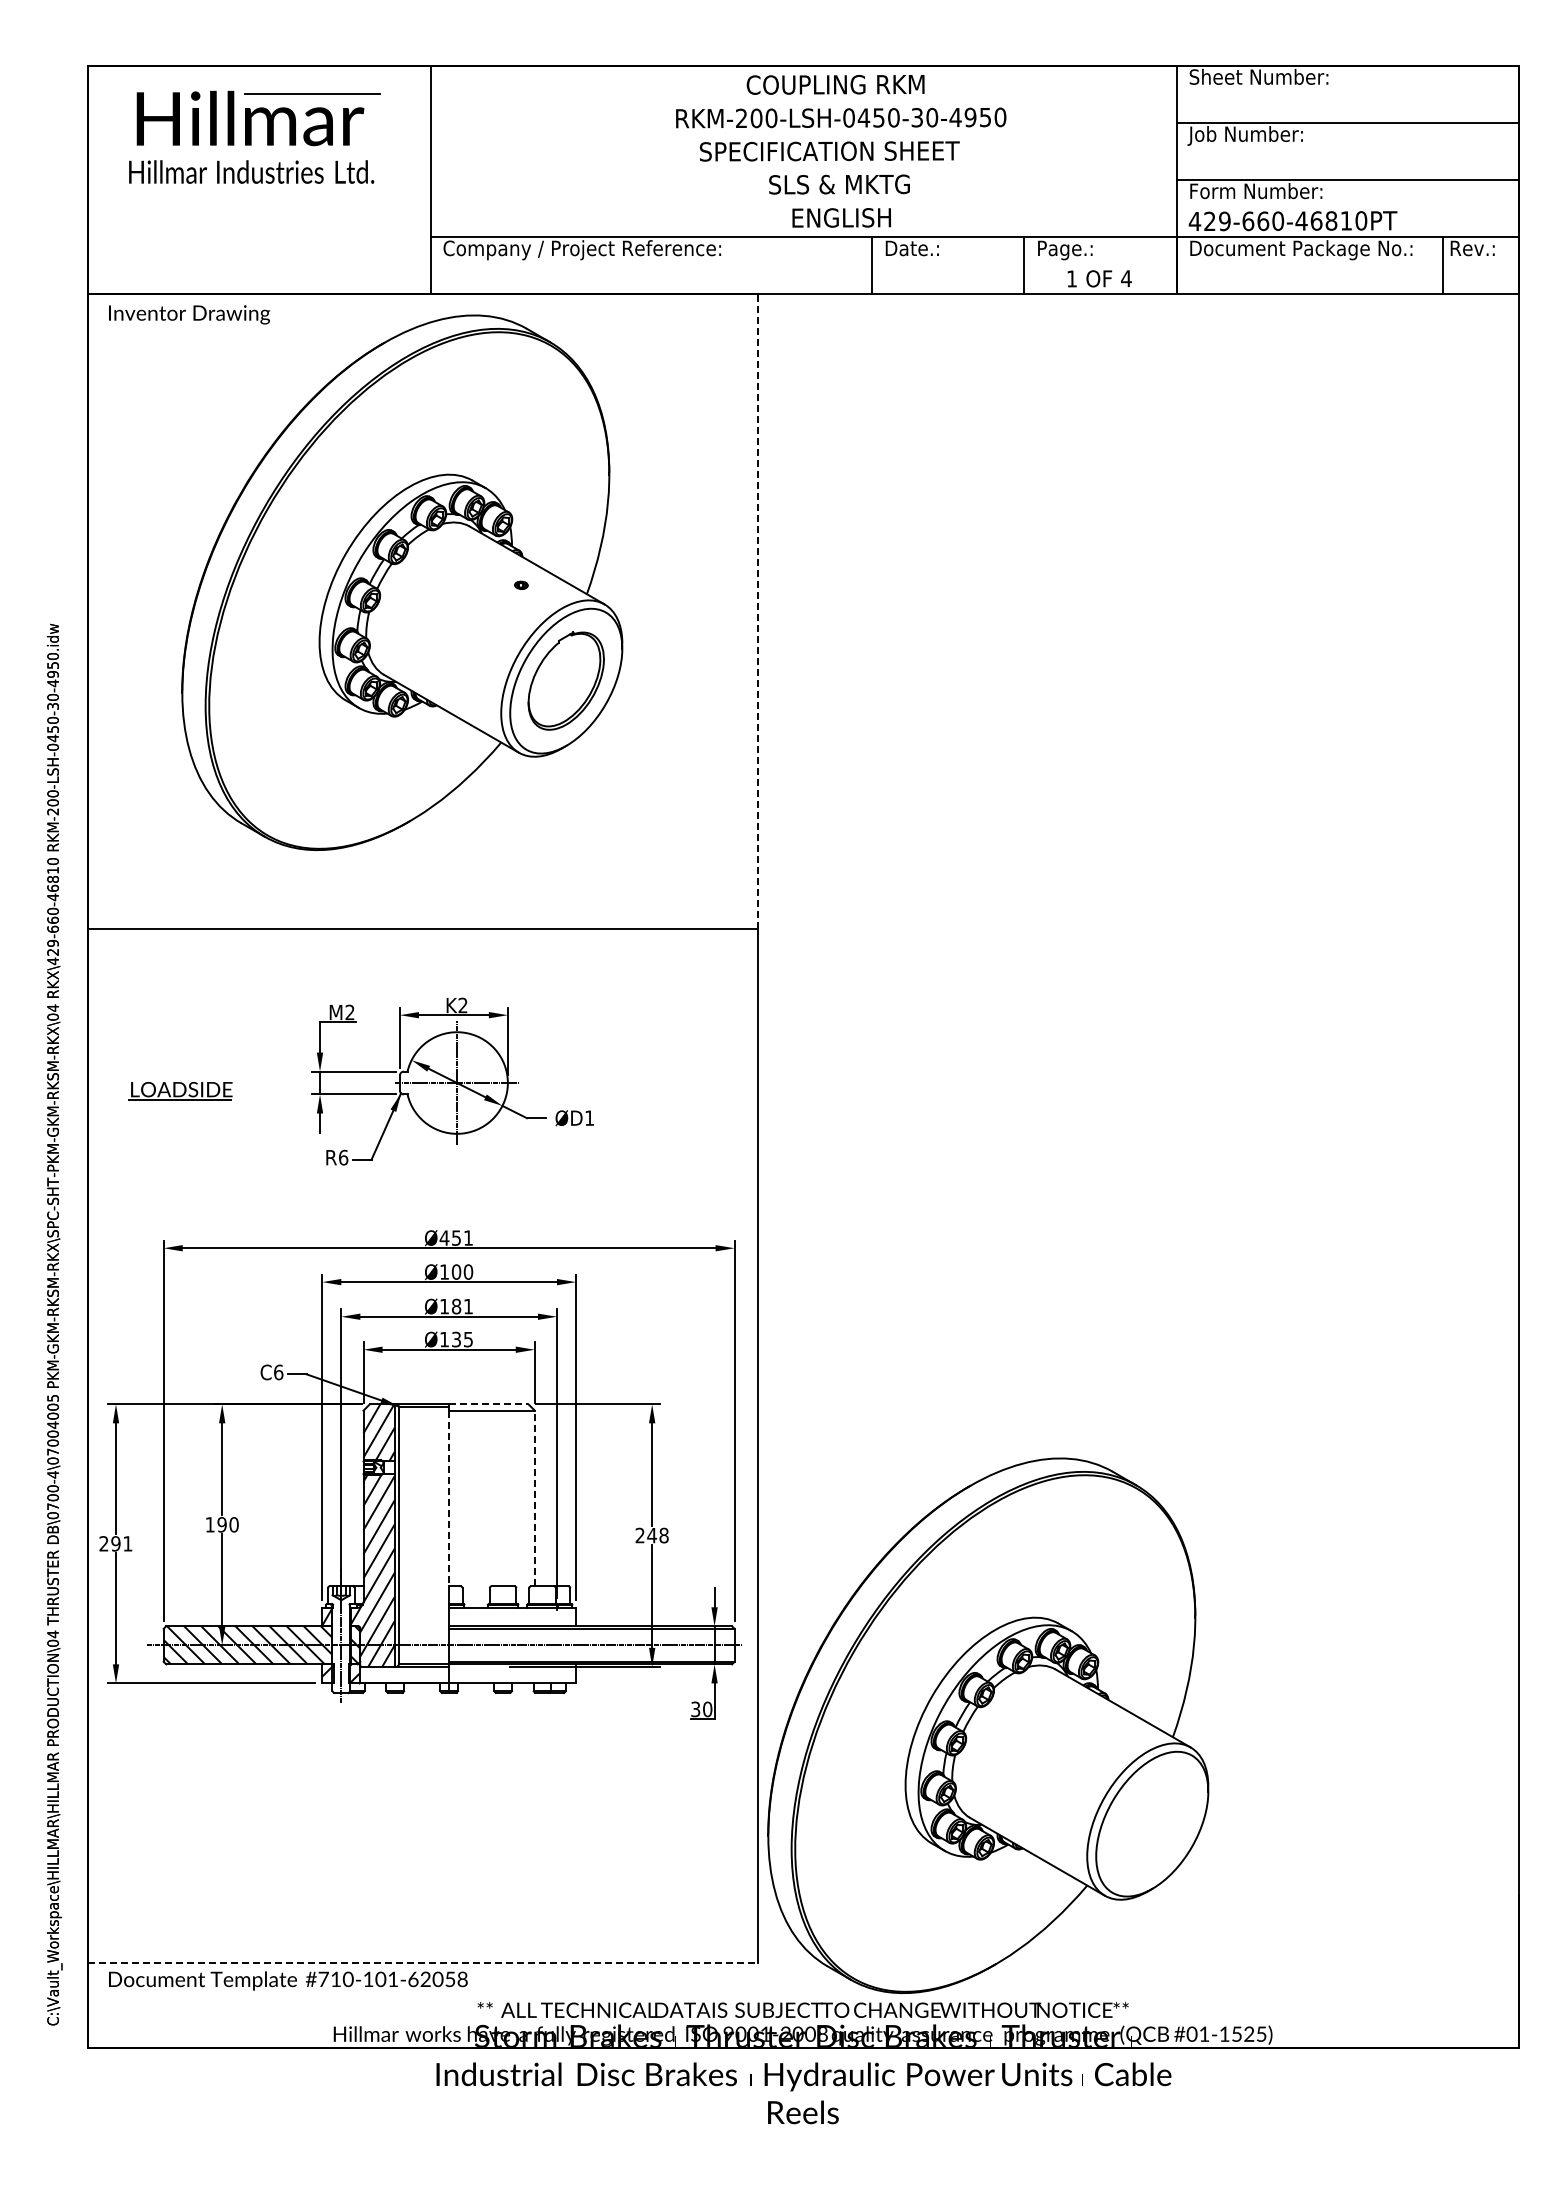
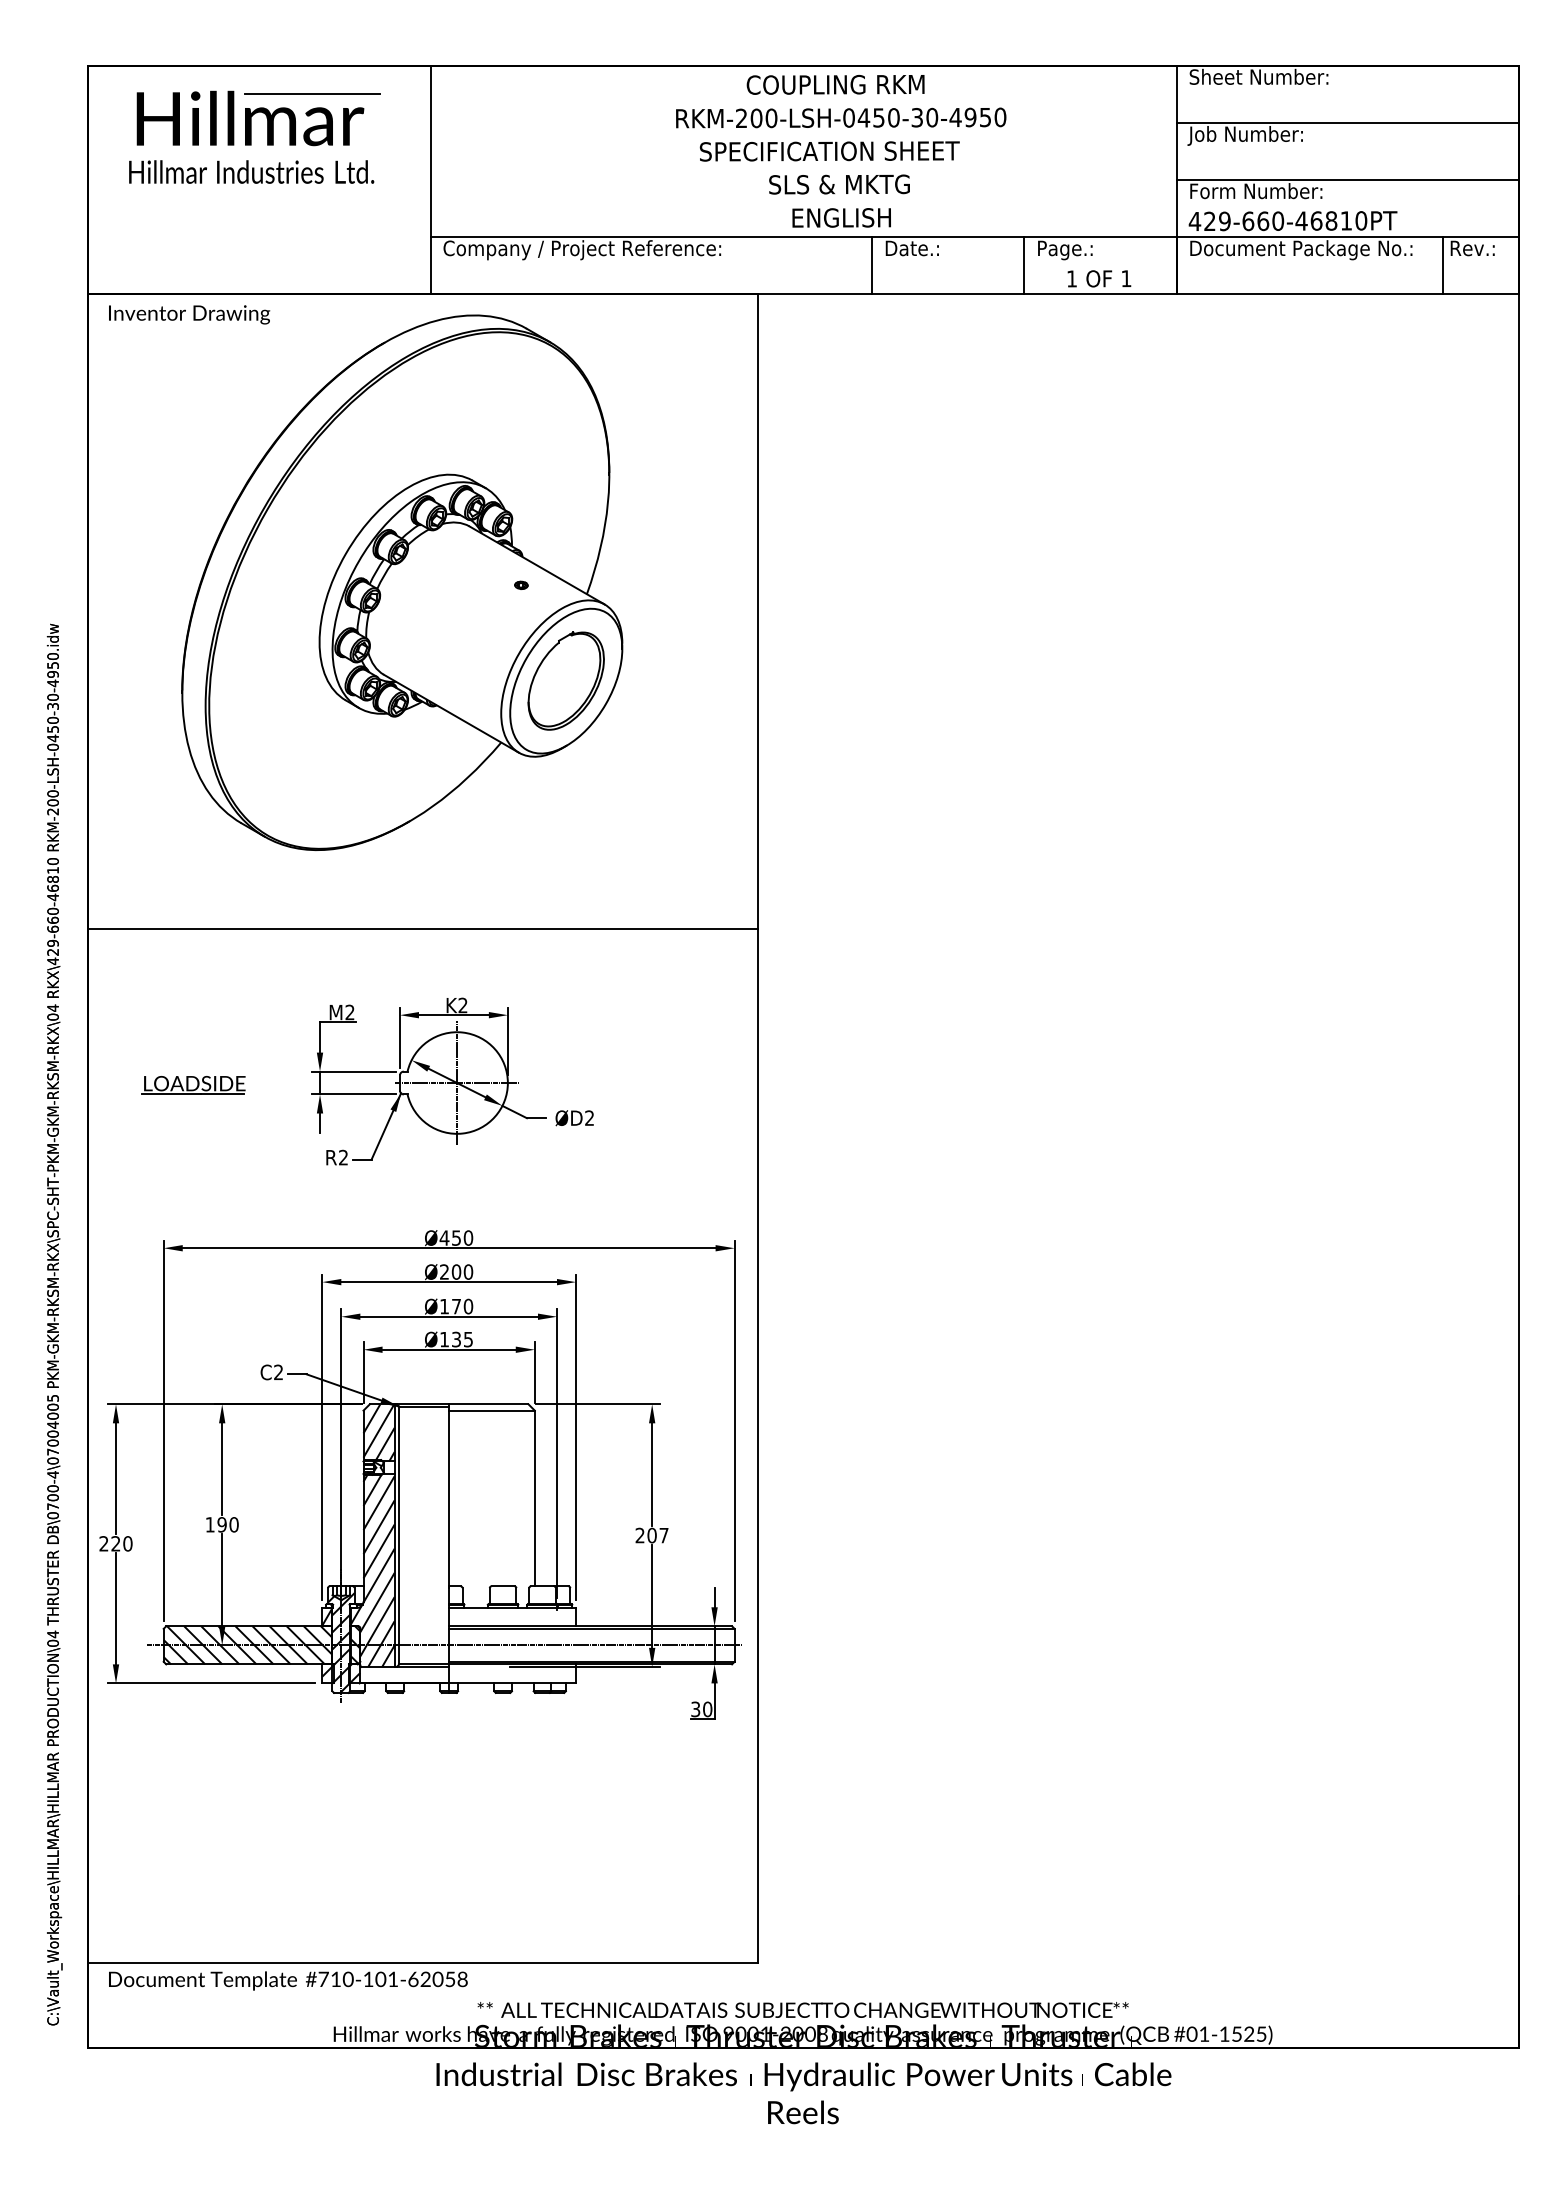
text at (1126, 278): 4 -> 1
line at (758, 611): dashed -> solid
part at (180, 1091) position: (180, 1091) -> (193, 1085)
text at (589, 1117): ØD1 -> ØD2
text at (343, 1157): R6 -> R2
text at (468, 1237): Ø451 -> Ø450
text at (444, 1271): Ø100 -> Ø200
text at (462, 1306): Ø181 -> Ø170
text at (278, 1372): C6 -> C2
line at (488, 1404): dashed -> solid
line at (449, 1498): dashed -> solid
line at (534, 1498): dashed -> solid
text at (657, 1535): 248 -> 207
text at (121, 1543): 291 -> 220
hatch at (341, 1642): none -> present
part at (988, 1725): present -> none
line at (423, 1962): dashed -> solid
